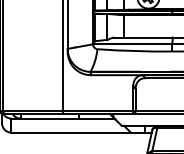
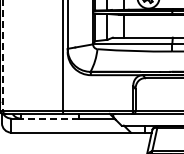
line at (2, 56): solid -> dashed
line at (49, 118): solid -> dashed
